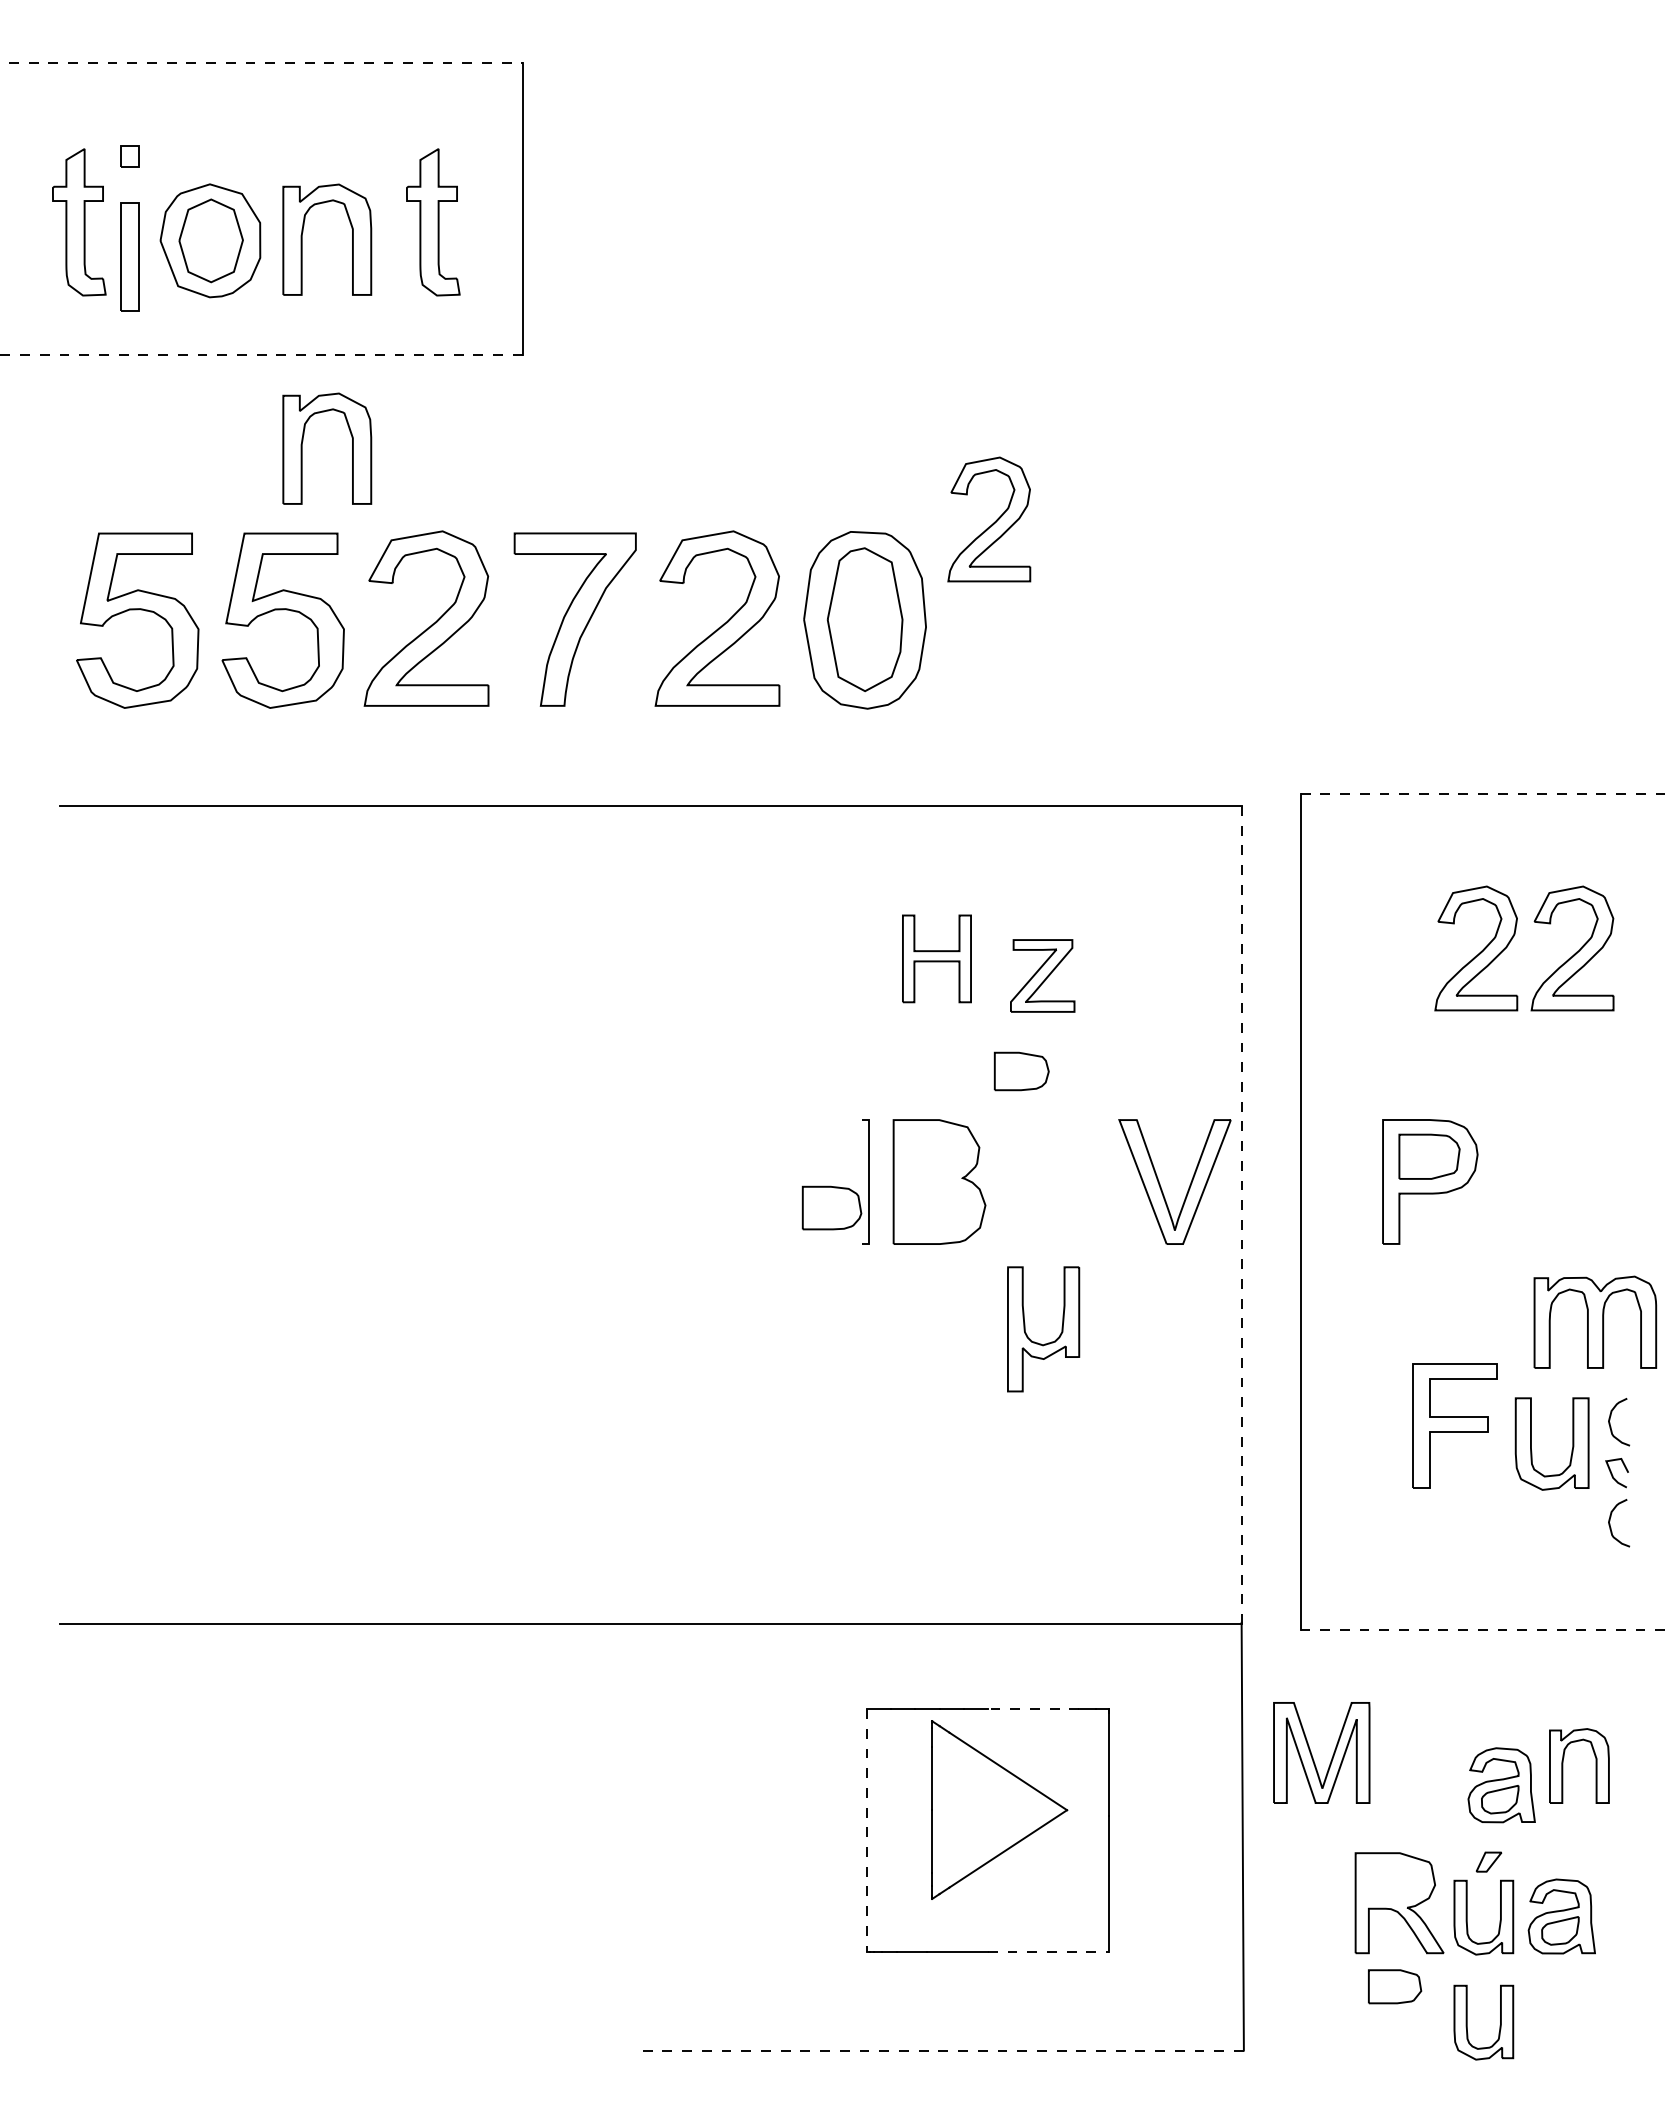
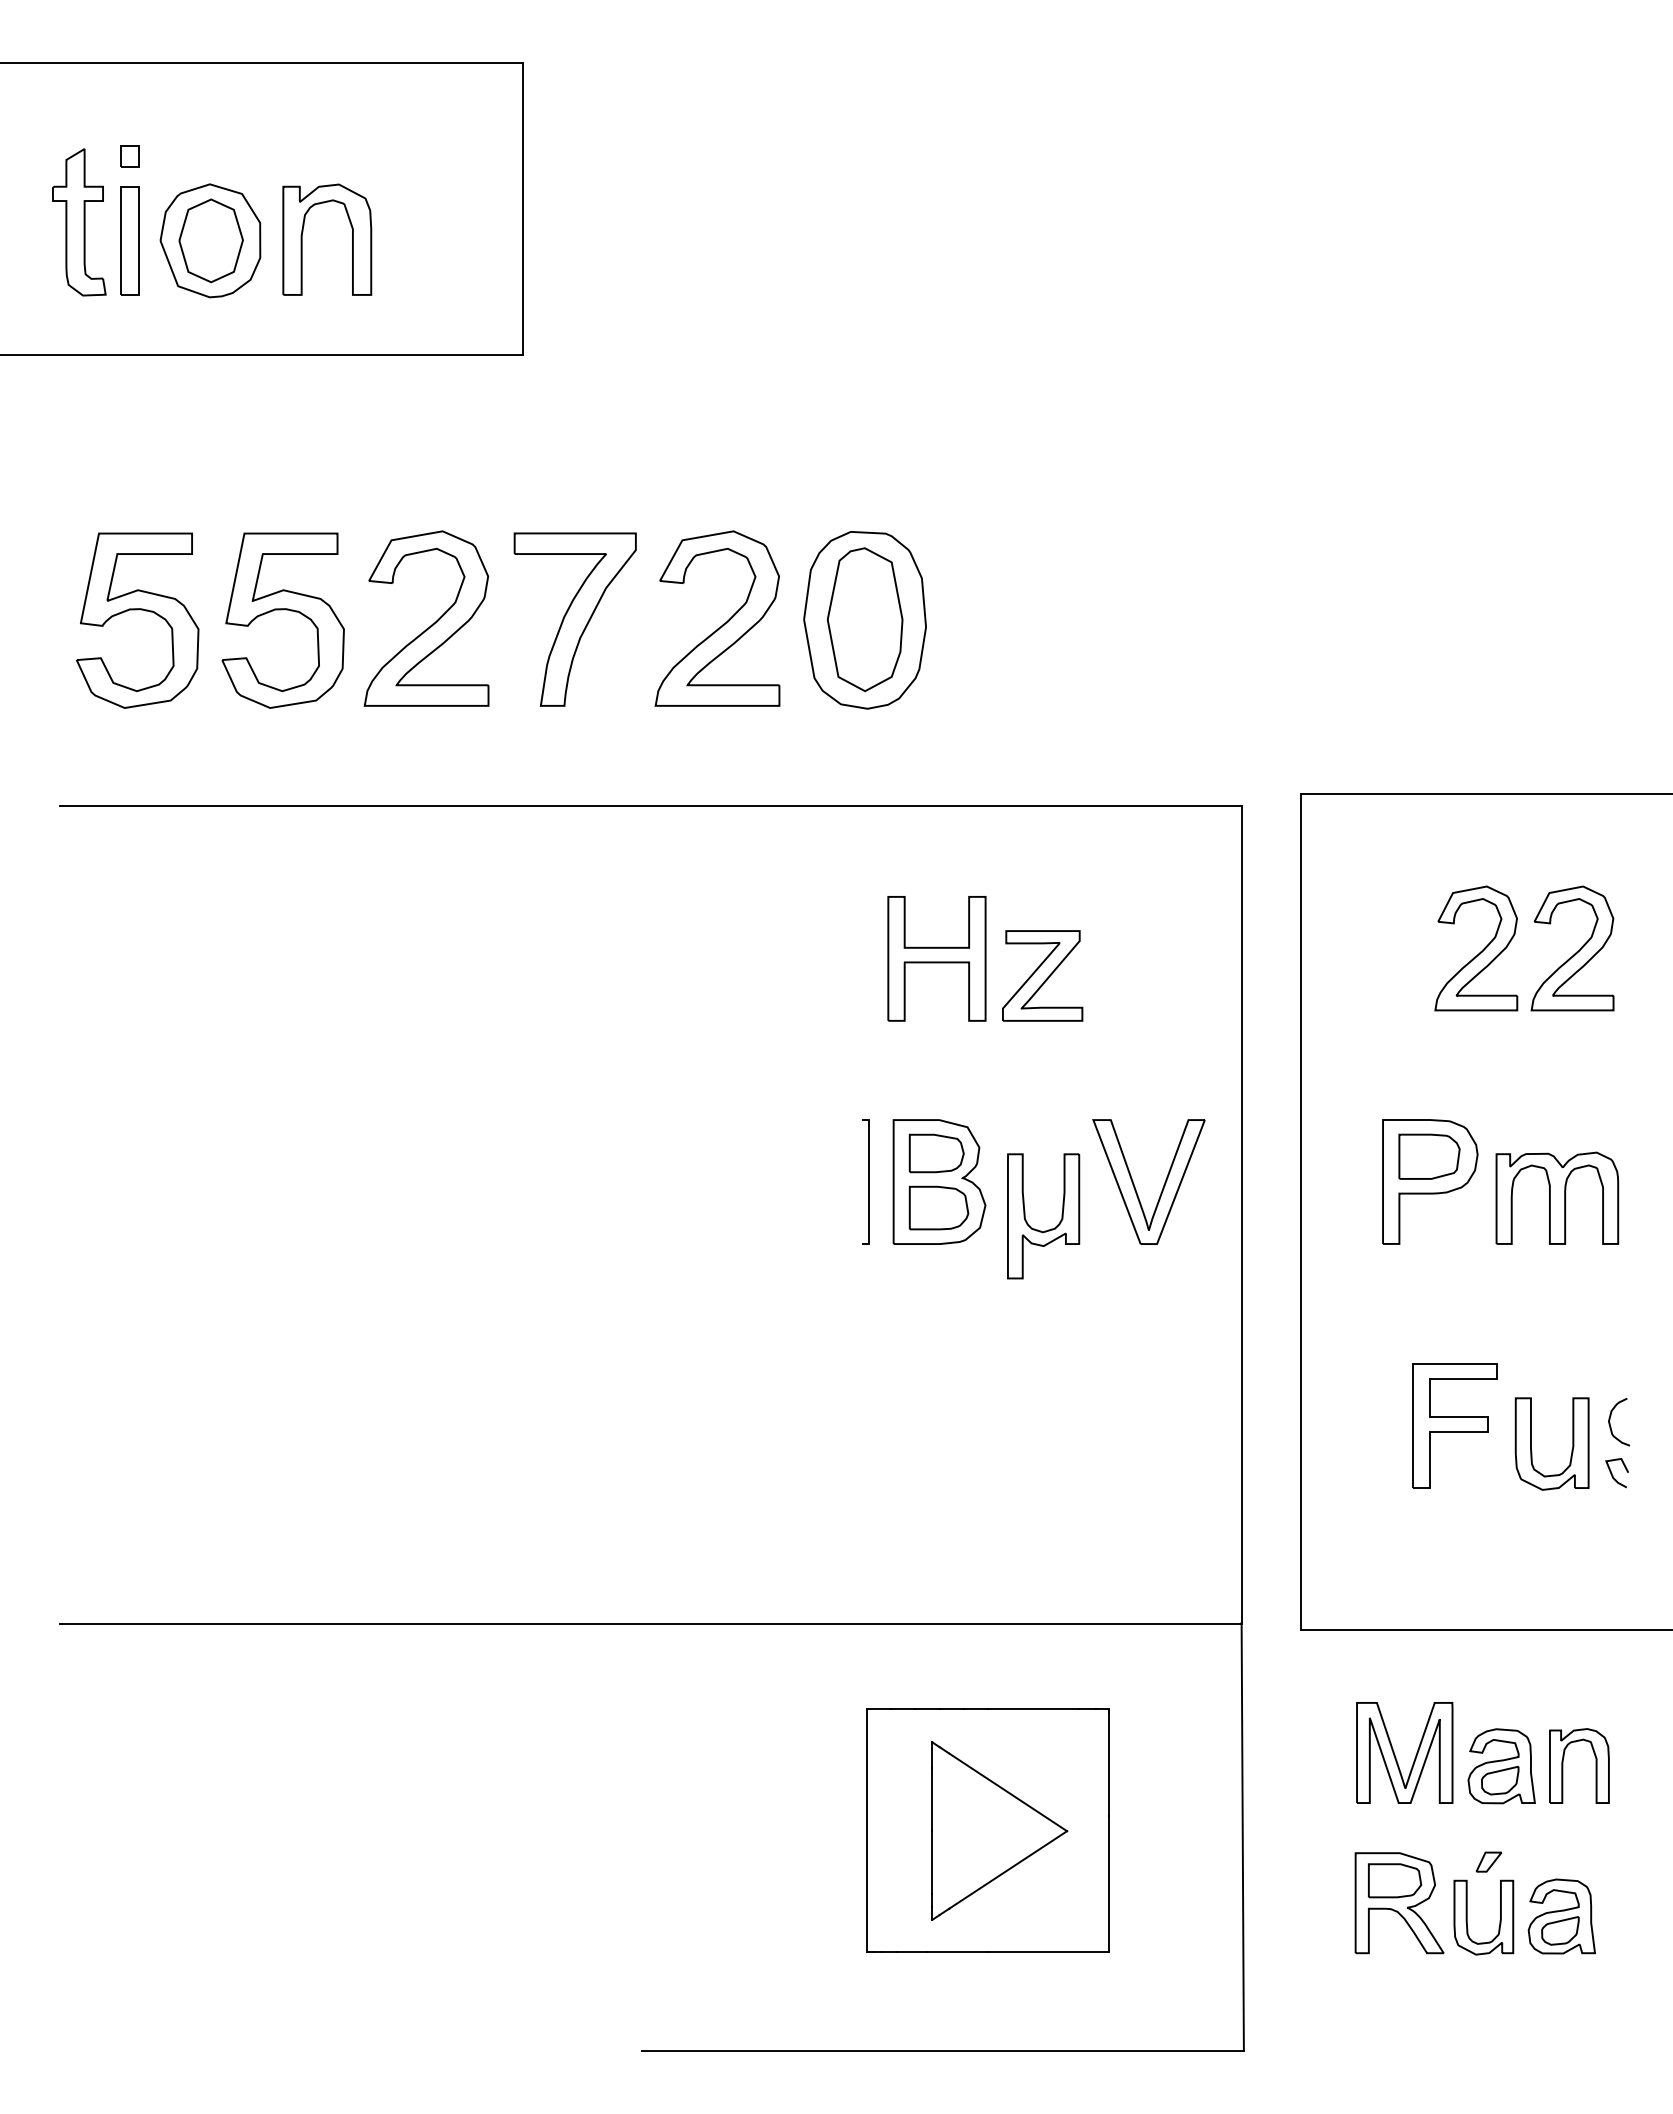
line at (261, 63): dashed -> solid
part at (433, 222): present -> none
part at (129, 256) position: (129, 256) -> (129, 240)
line at (261, 355): dashed -> solid
part at (303, 441): present -> none
part at (989, 519): present -> none
line at (1486, 793): dashed -> solid
part at (936, 958) size: 70x90 px -> 100x126 px
part at (1042, 975) size: 66x74 px -> 82x92 px
part at (1021, 1071) position: (1021, 1071) -> (936, 1153)
part at (1161, 1186) position: (1161, 1186) -> (1135, 1186)
part at (831, 1207) position: (831, 1207) -> (938, 1207)
line at (1242, 1214): dashed -> solid
part at (1595, 1321) position: (1595, 1321) -> (1557, 1197)
part at (1038, 1342) position: (1038, 1342) -> (1038, 1229)
curve at (1611, 1527): present -> none
line at (1486, 1629): dashed -> solid
line at (1033, 1709): dashed -> solid
part at (1312, 1754) position: (1312, 1754) -> (1395, 1754)
part at (1501, 1785) position: (1501, 1785) -> (1501, 1766)
part at (999, 1809) position: (999, 1809) -> (999, 1830)
line at (866, 1831): dashed -> solid
line at (1048, 1952): dashed -> solid
part at (1395, 1986) position: (1395, 1986) -> (1395, 1880)
part at (1467, 2022): present -> none
line at (942, 2050): dashed -> solid
